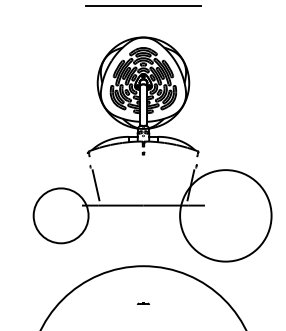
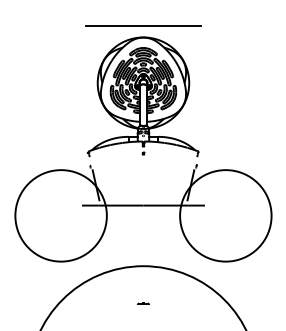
line at (143, 5) position: (143, 5) -> (143, 25)
circle at (60, 215) diameter: 55 px -> 91 px
